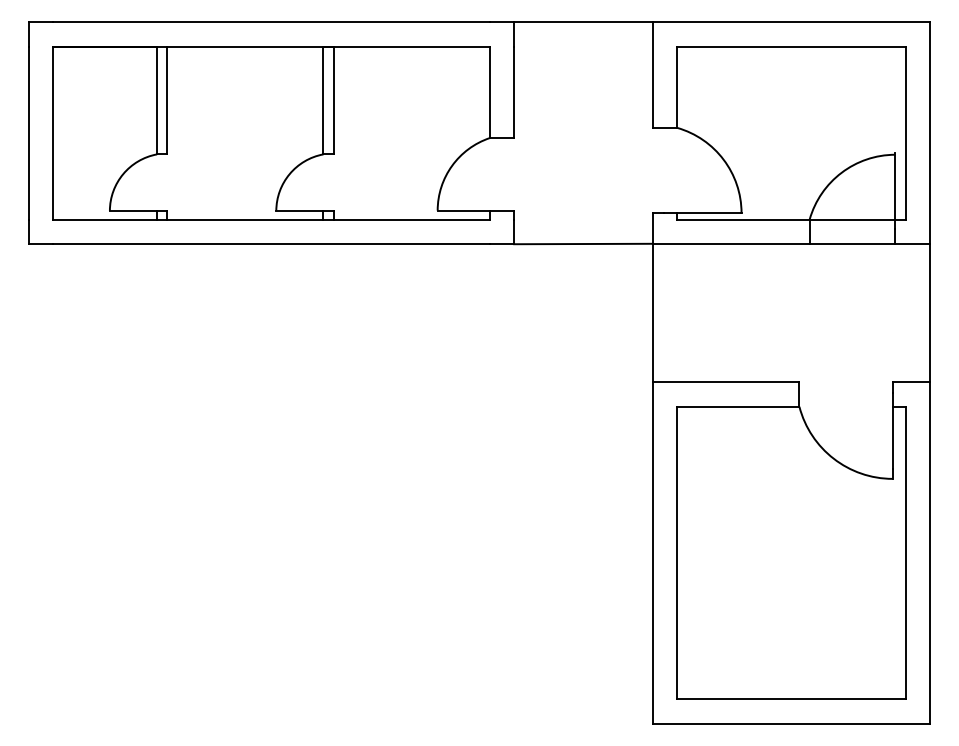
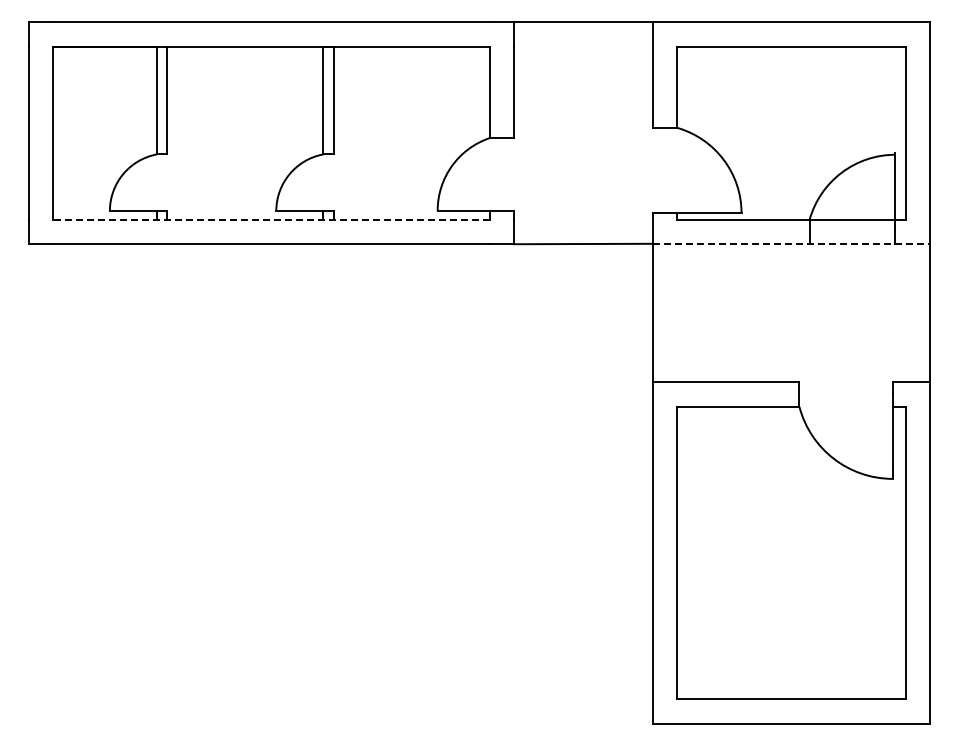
line at (270, 219): solid -> dashed
line at (791, 243): solid -> dashed
